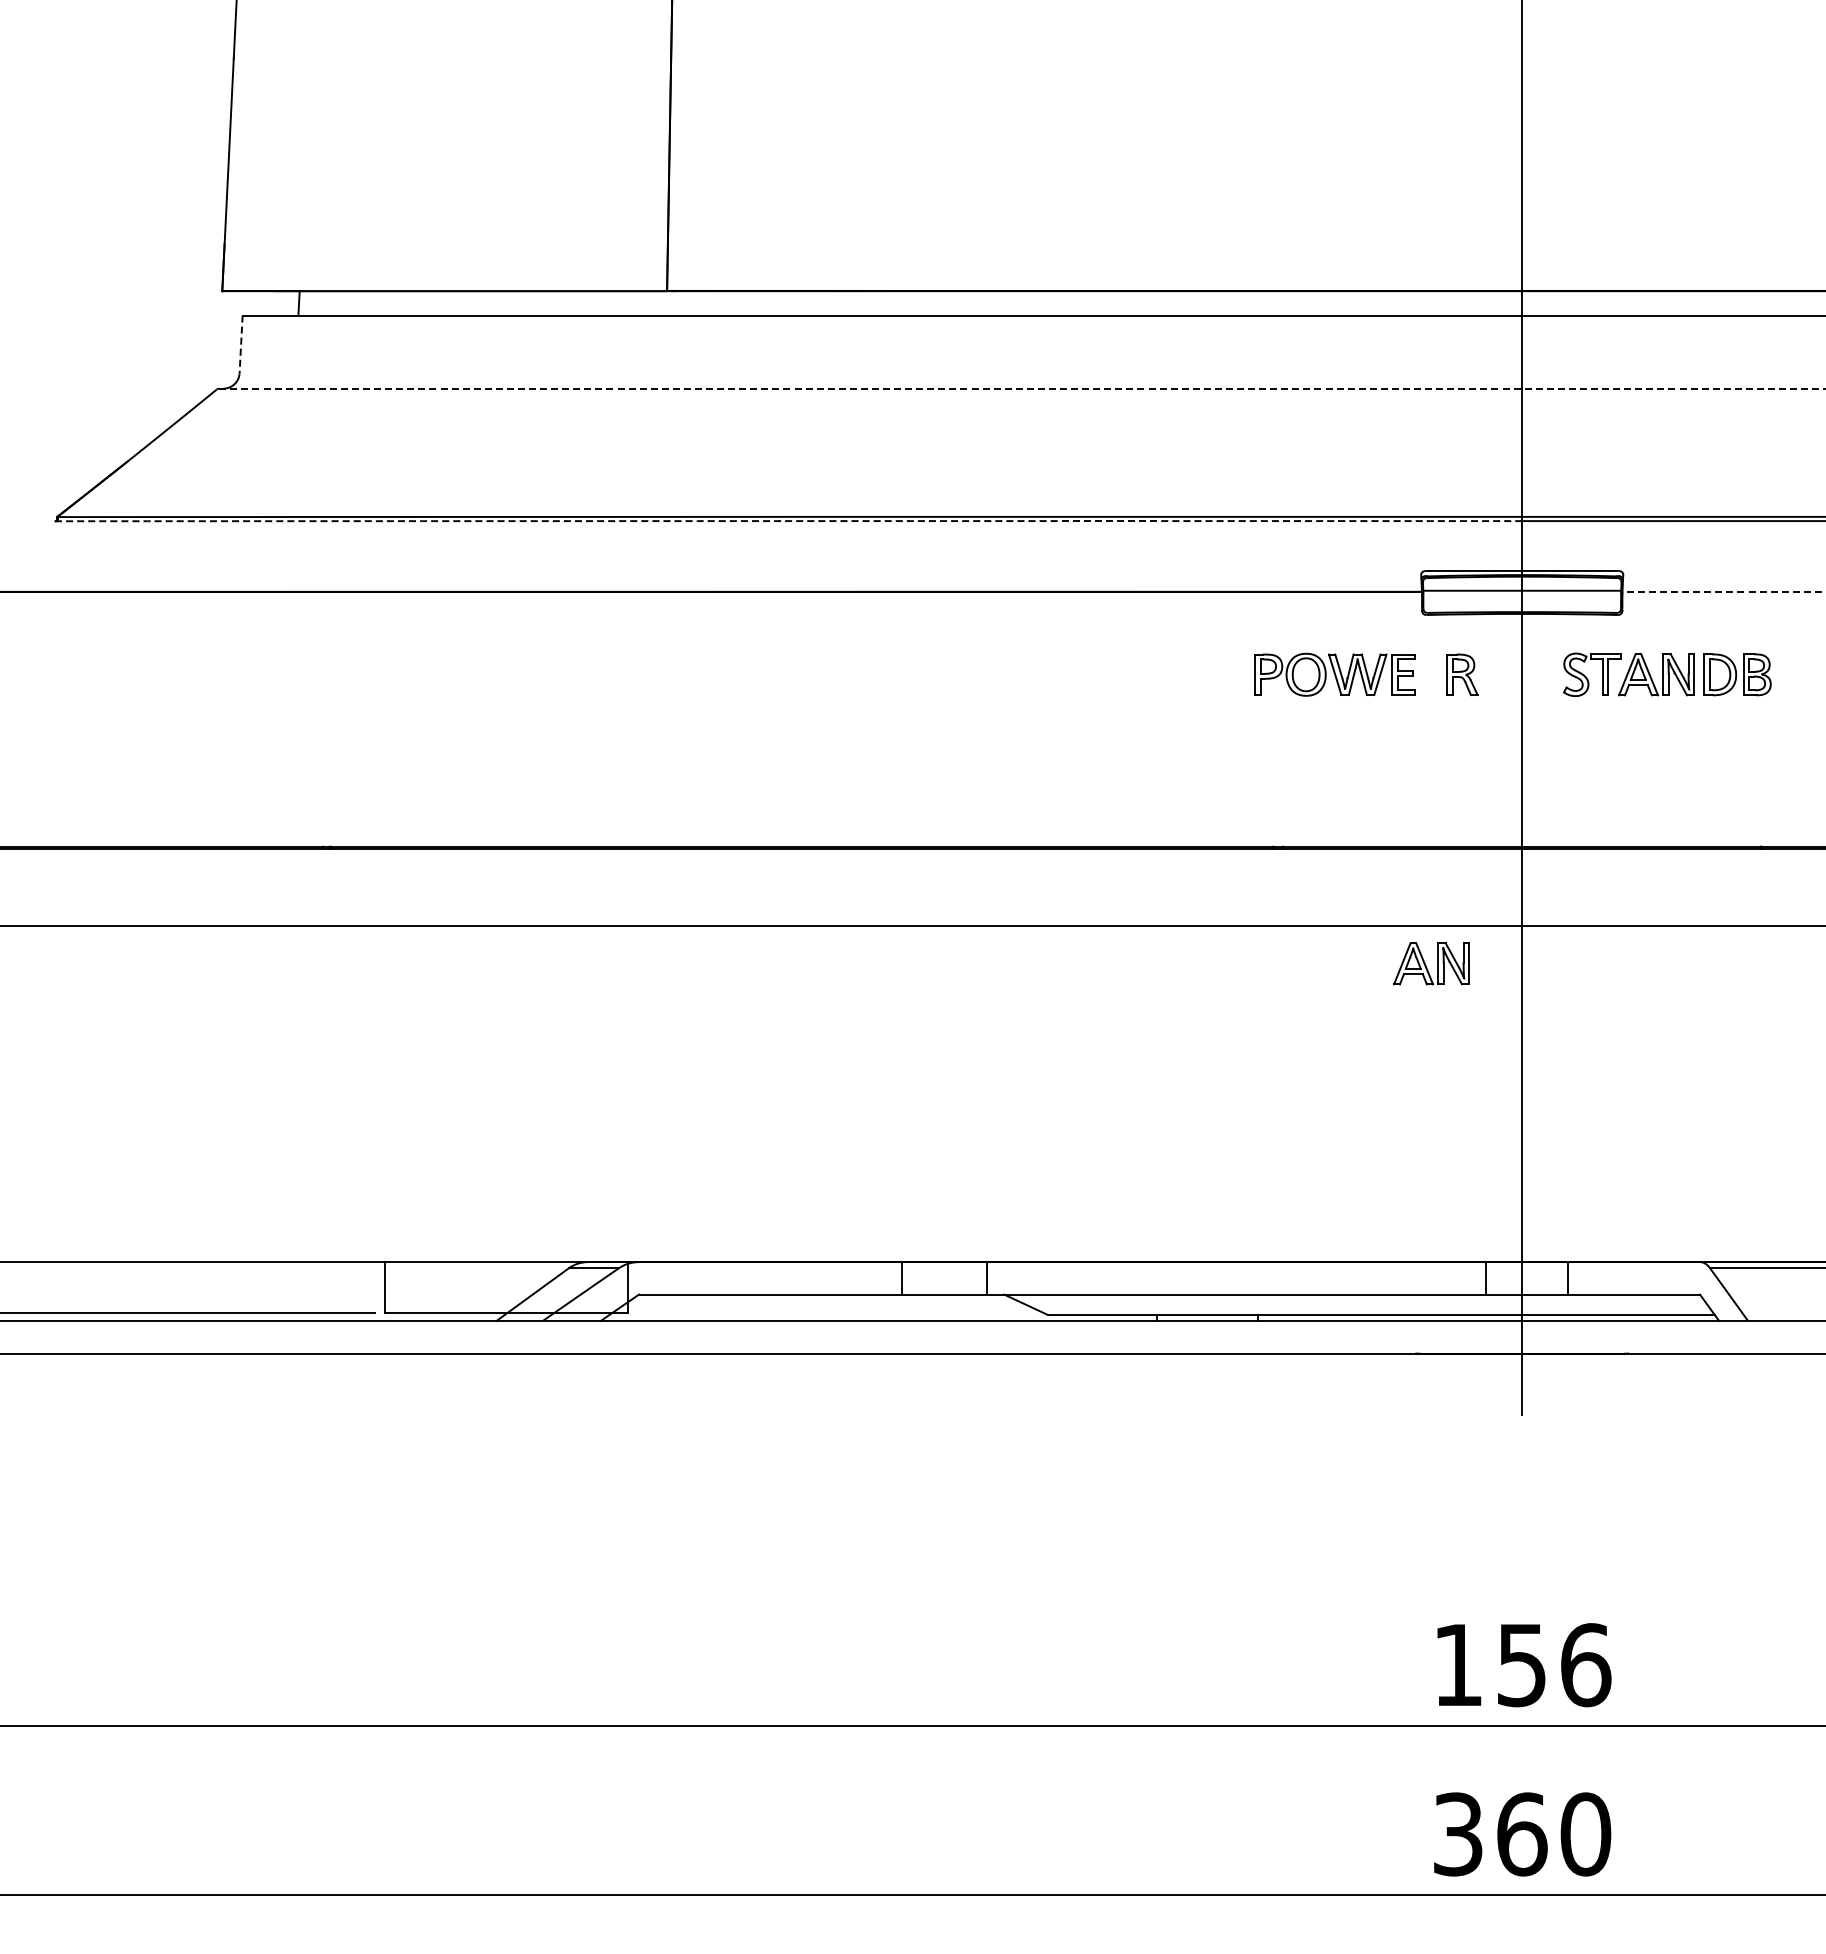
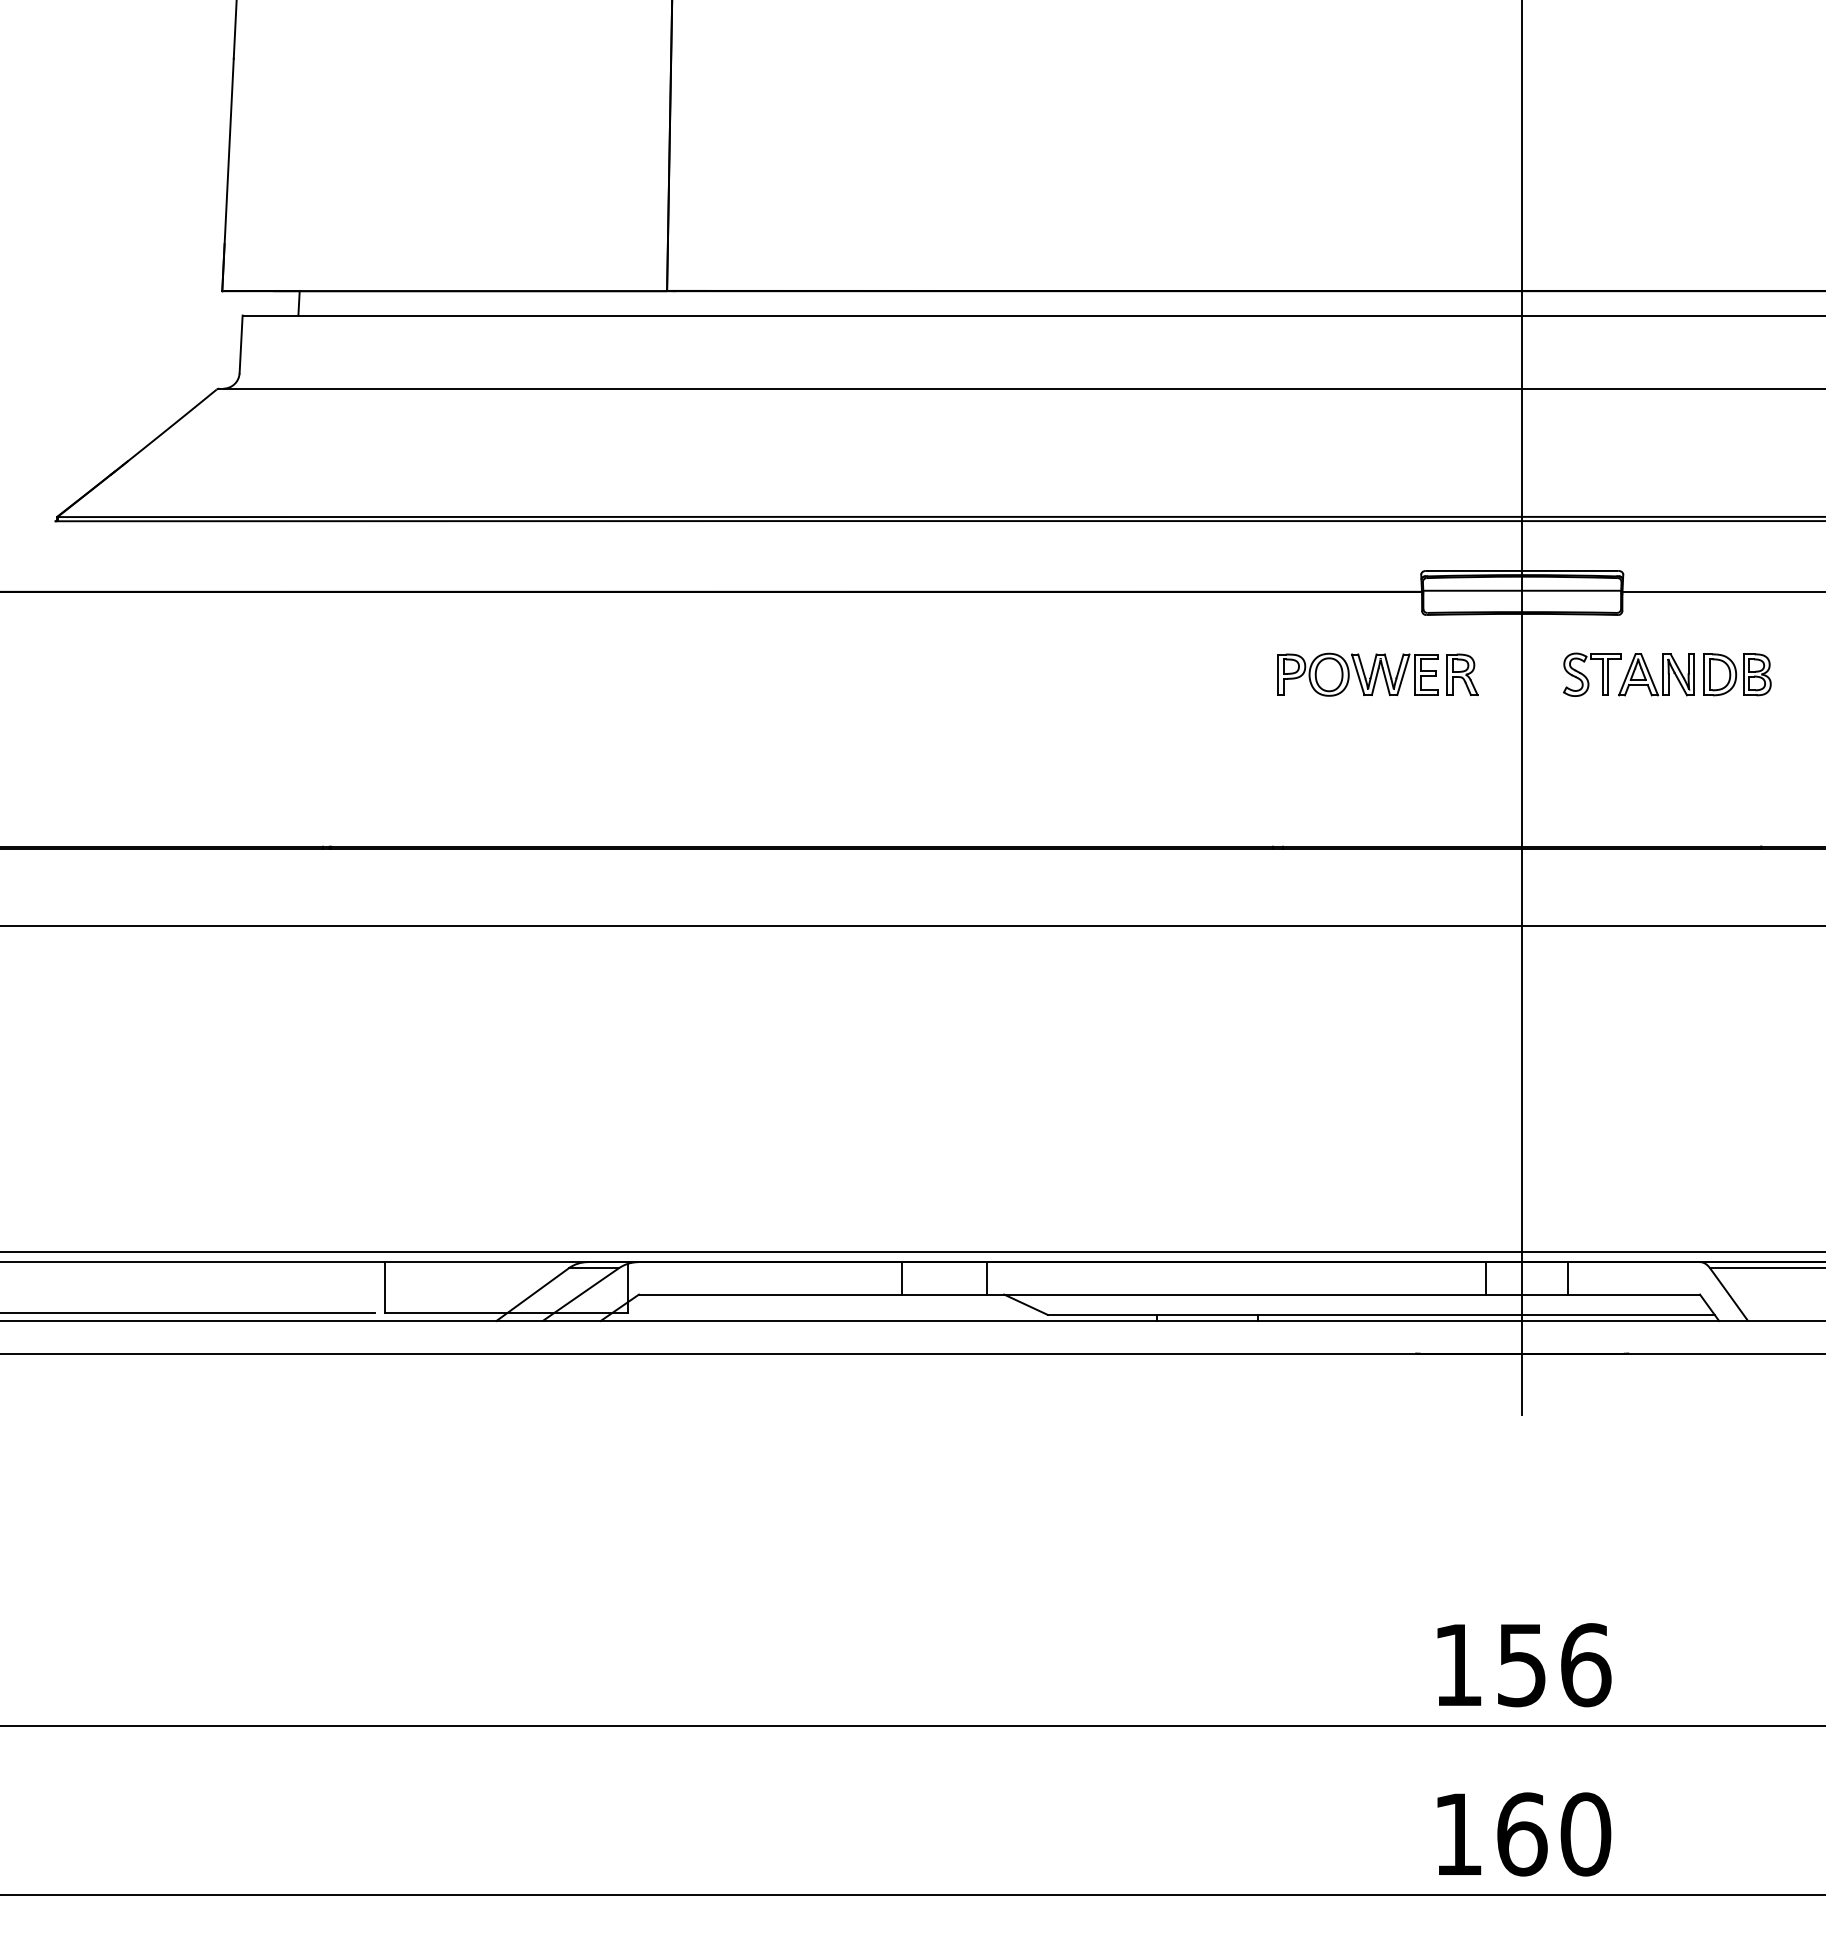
line at (241, 344): dashed -> solid
line at (1022, 388): dashed -> solid
arc at (789, 521): dashed -> solid
line at (1723, 591): dashed -> solid
part at (1334, 674) position: (1334, 674) -> (1357, 674)
part at (1431, 963): present -> none
line at (912, 1252): none -> present
text at (1458, 1834): 360 -> 160
